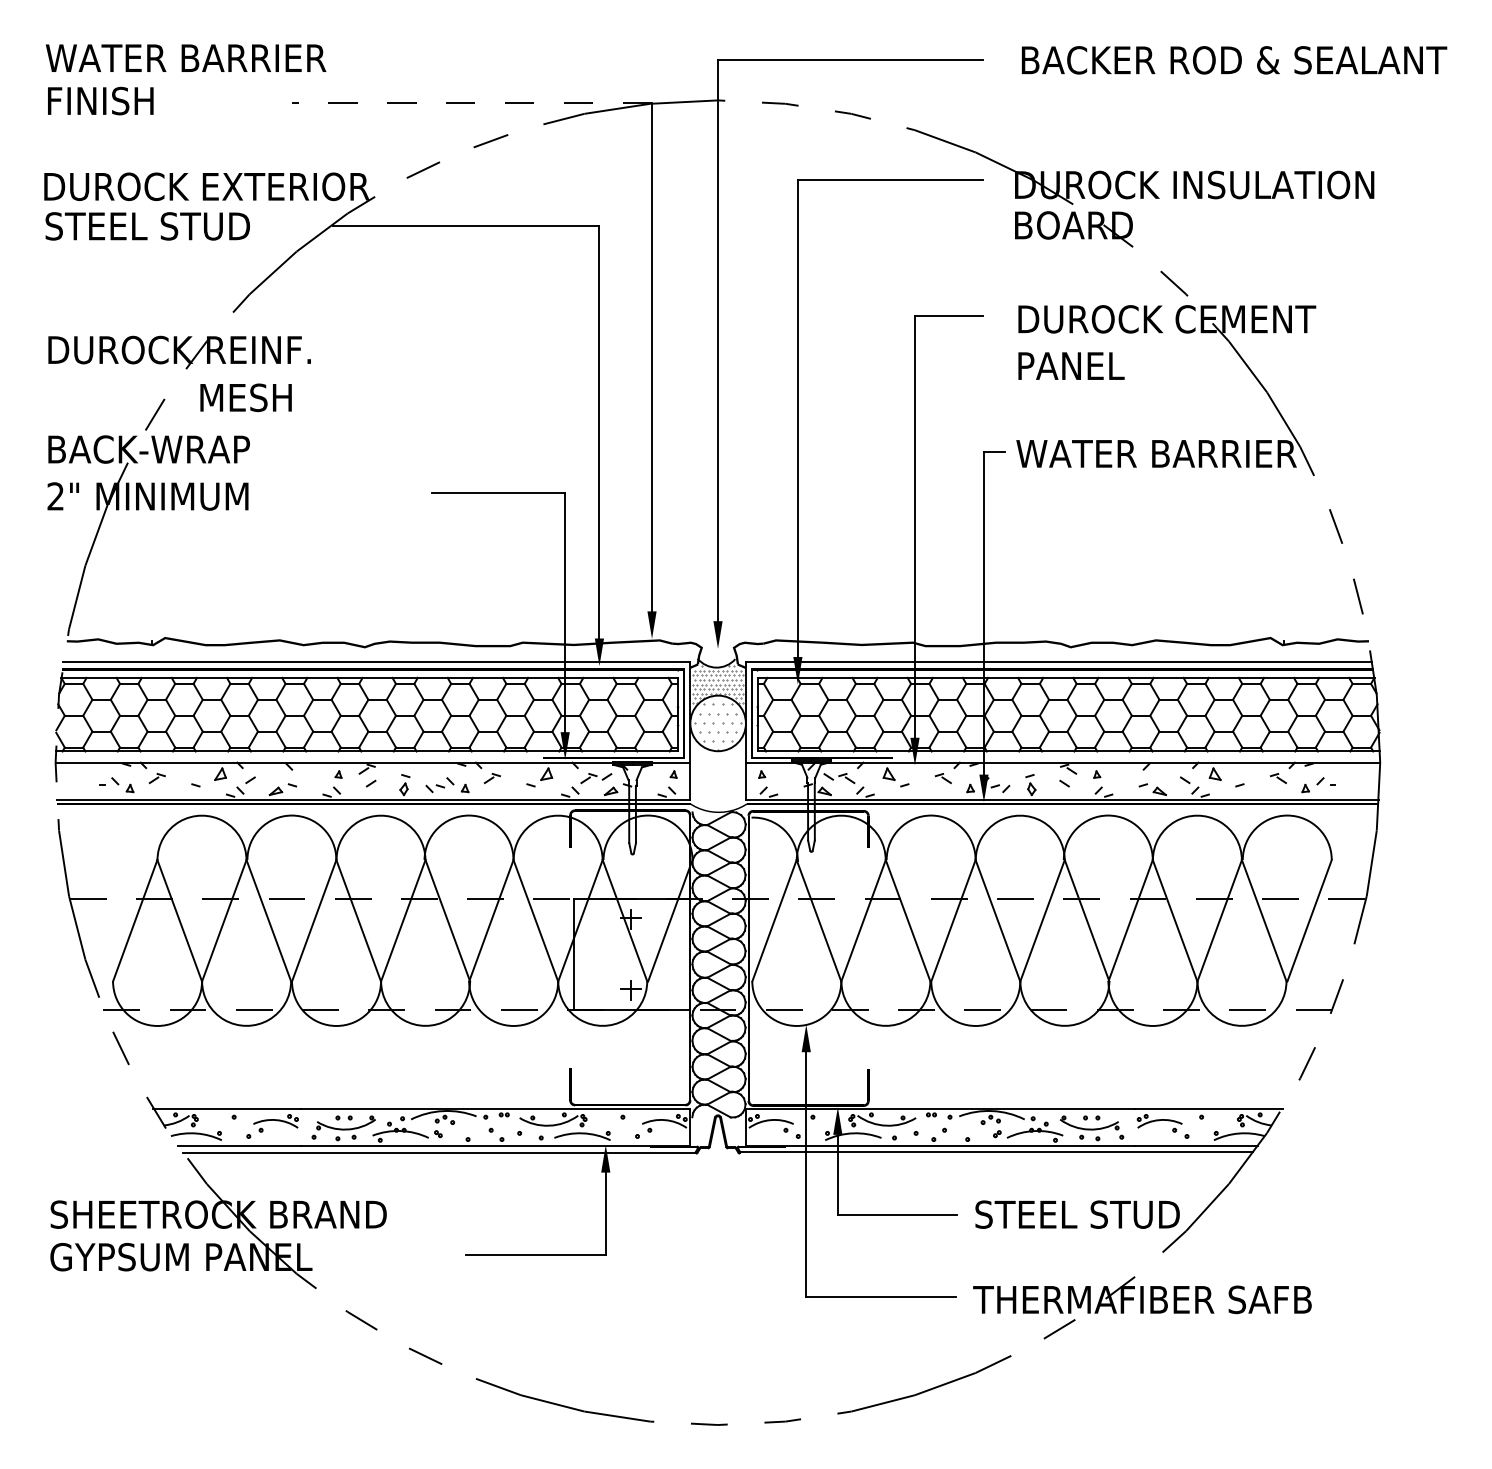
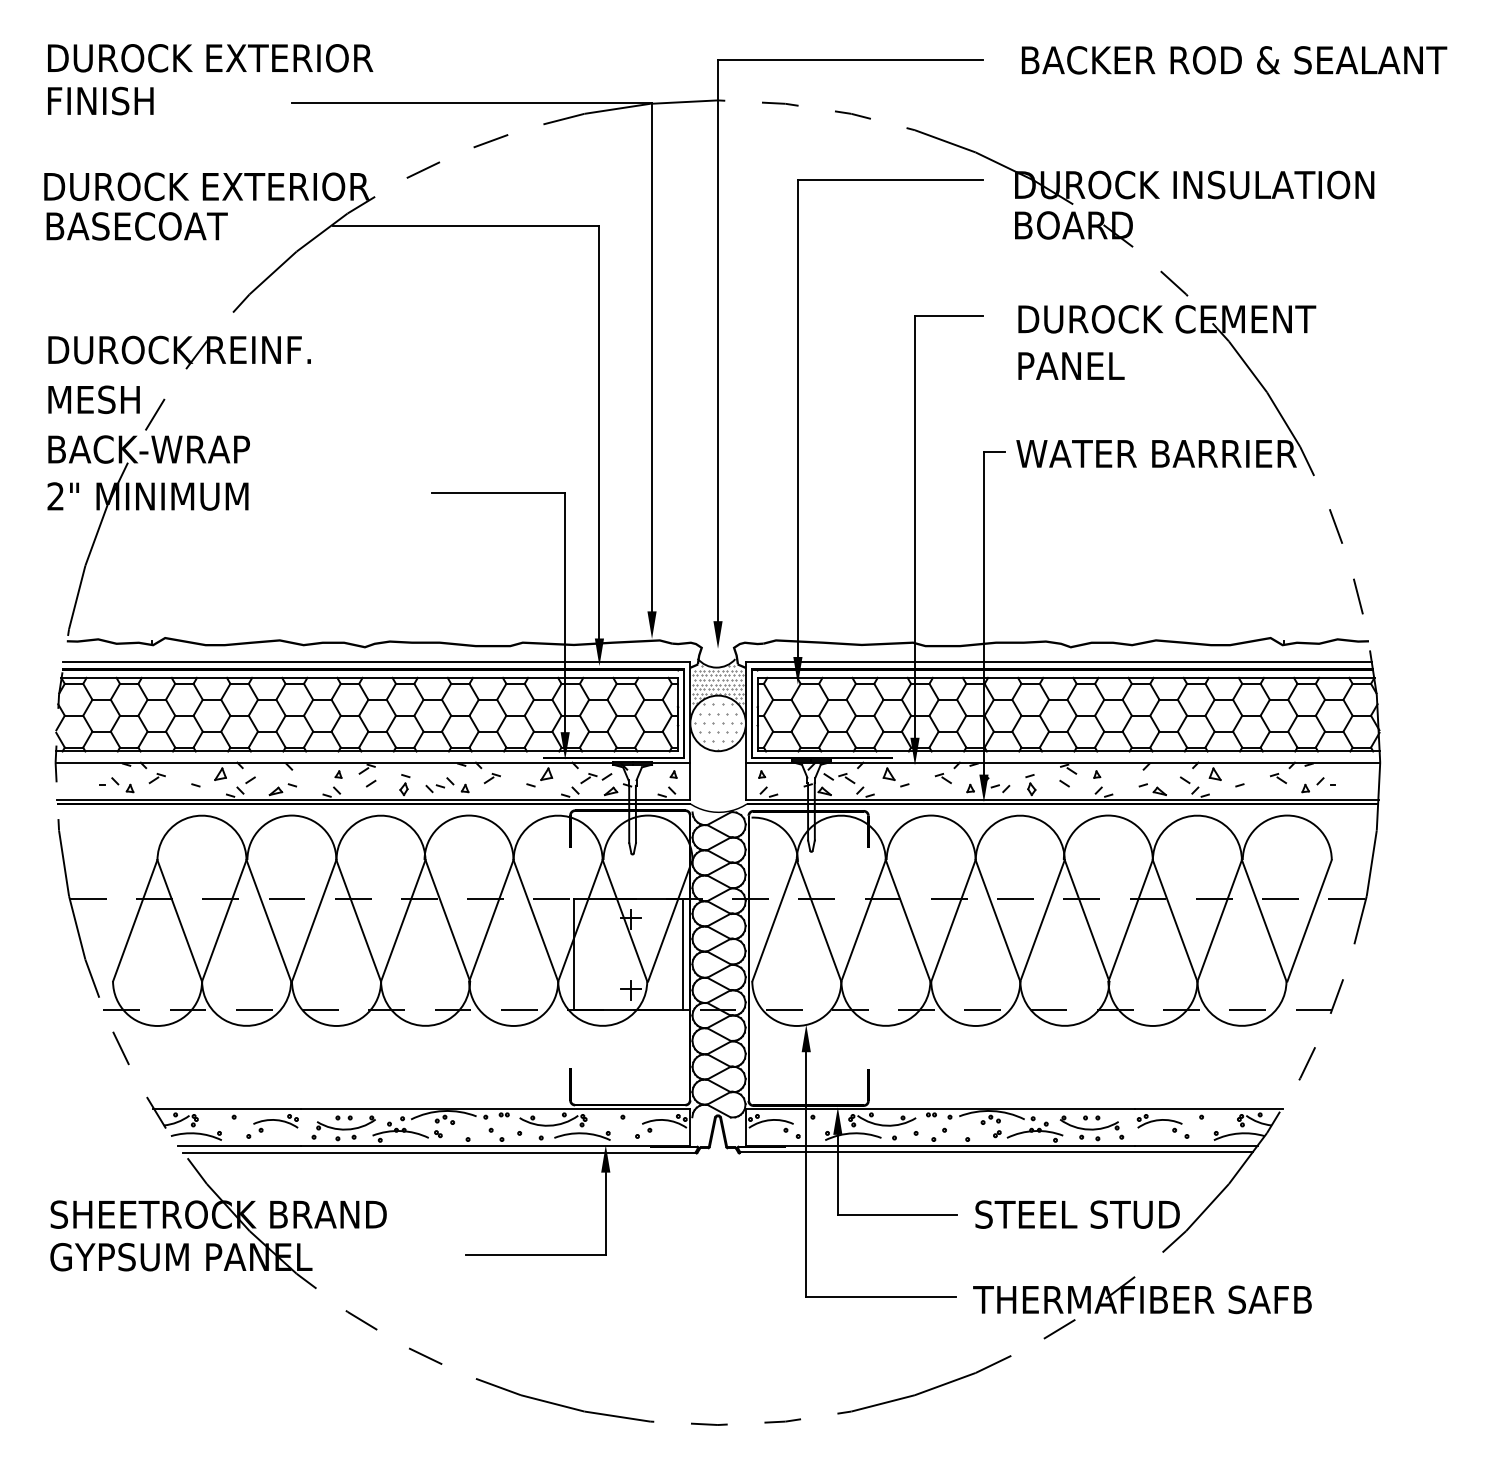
text at (209, 58): WATER BARRIER -> DUROCK EXTERIOR
line at (471, 103): dashed -> solid
text at (147, 226): STEEL STUD -> BASECOAT
text at (245, 397) position: (245, 397) -> (93, 399)
line at (683, 954): none -> present
